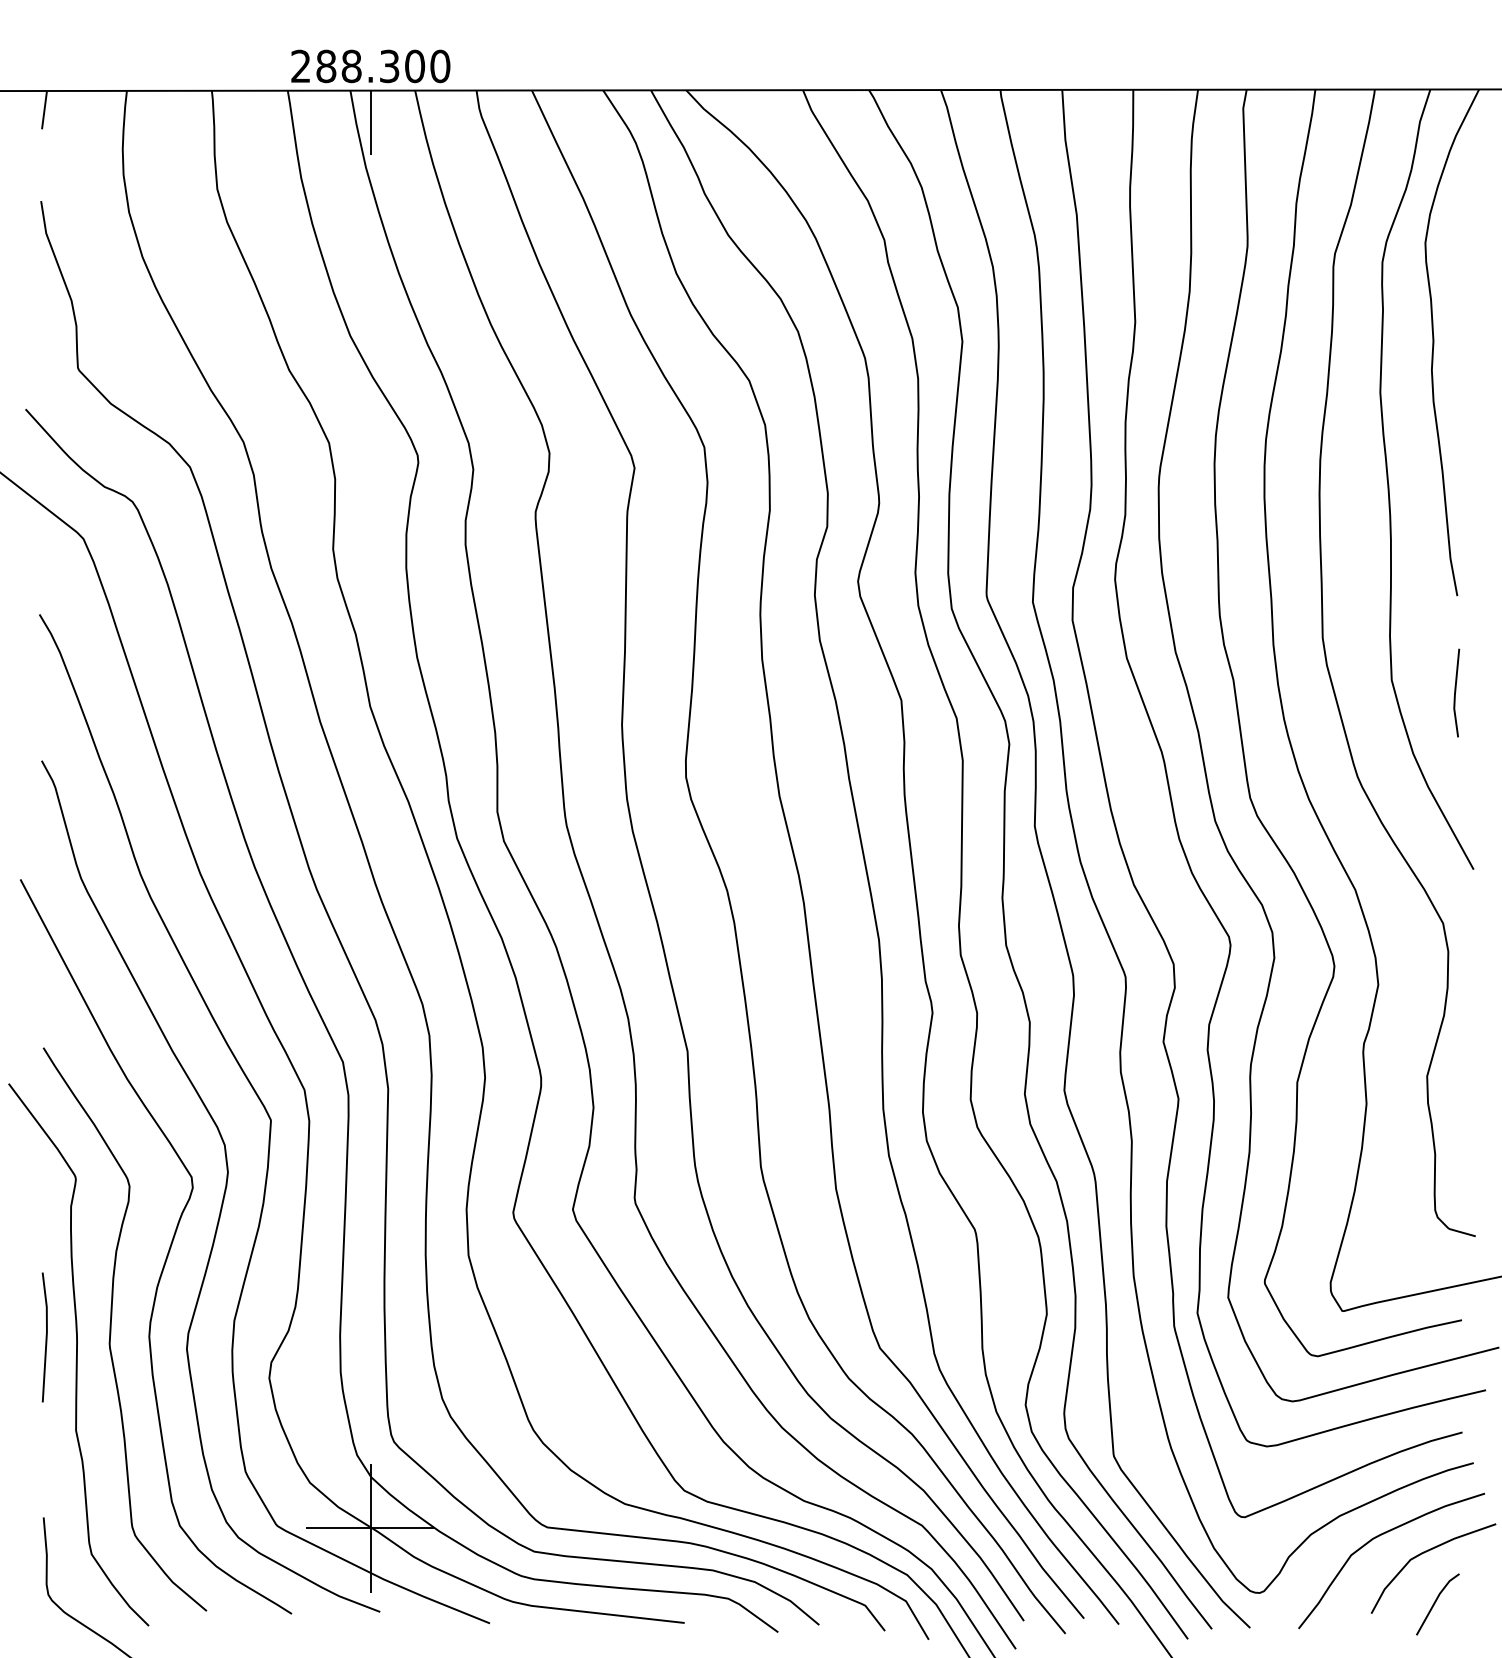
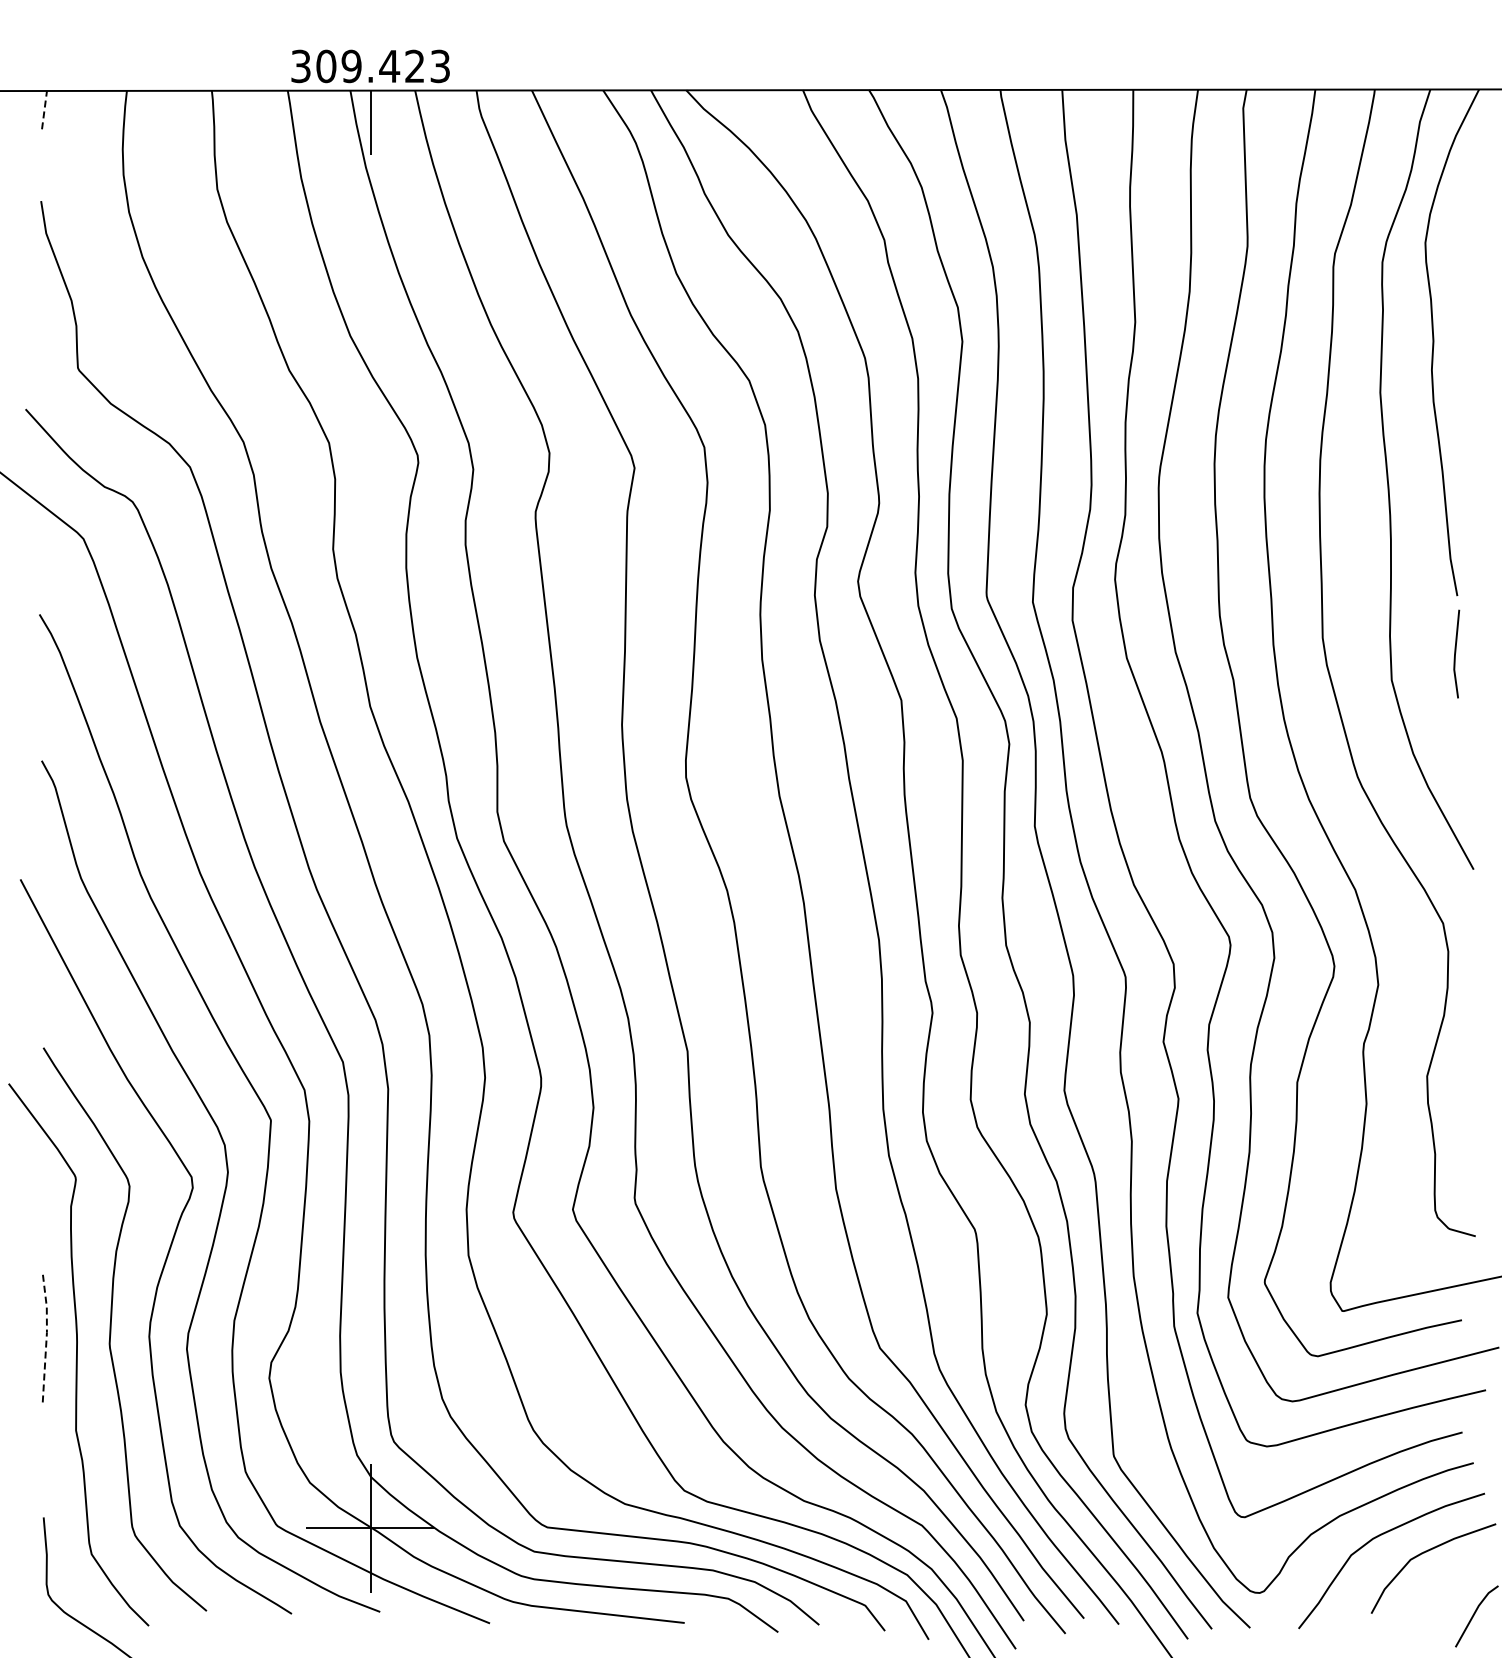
text at (370, 66): 288.300 -> 309.423
line at (44, 109): solid -> dashed
line at (1456, 691) position: (1456, 691) -> (1456, 652)
line at (46, 1335): solid -> dashed
line at (1435, 1603) position: (1435, 1603) -> (1474, 1615)
